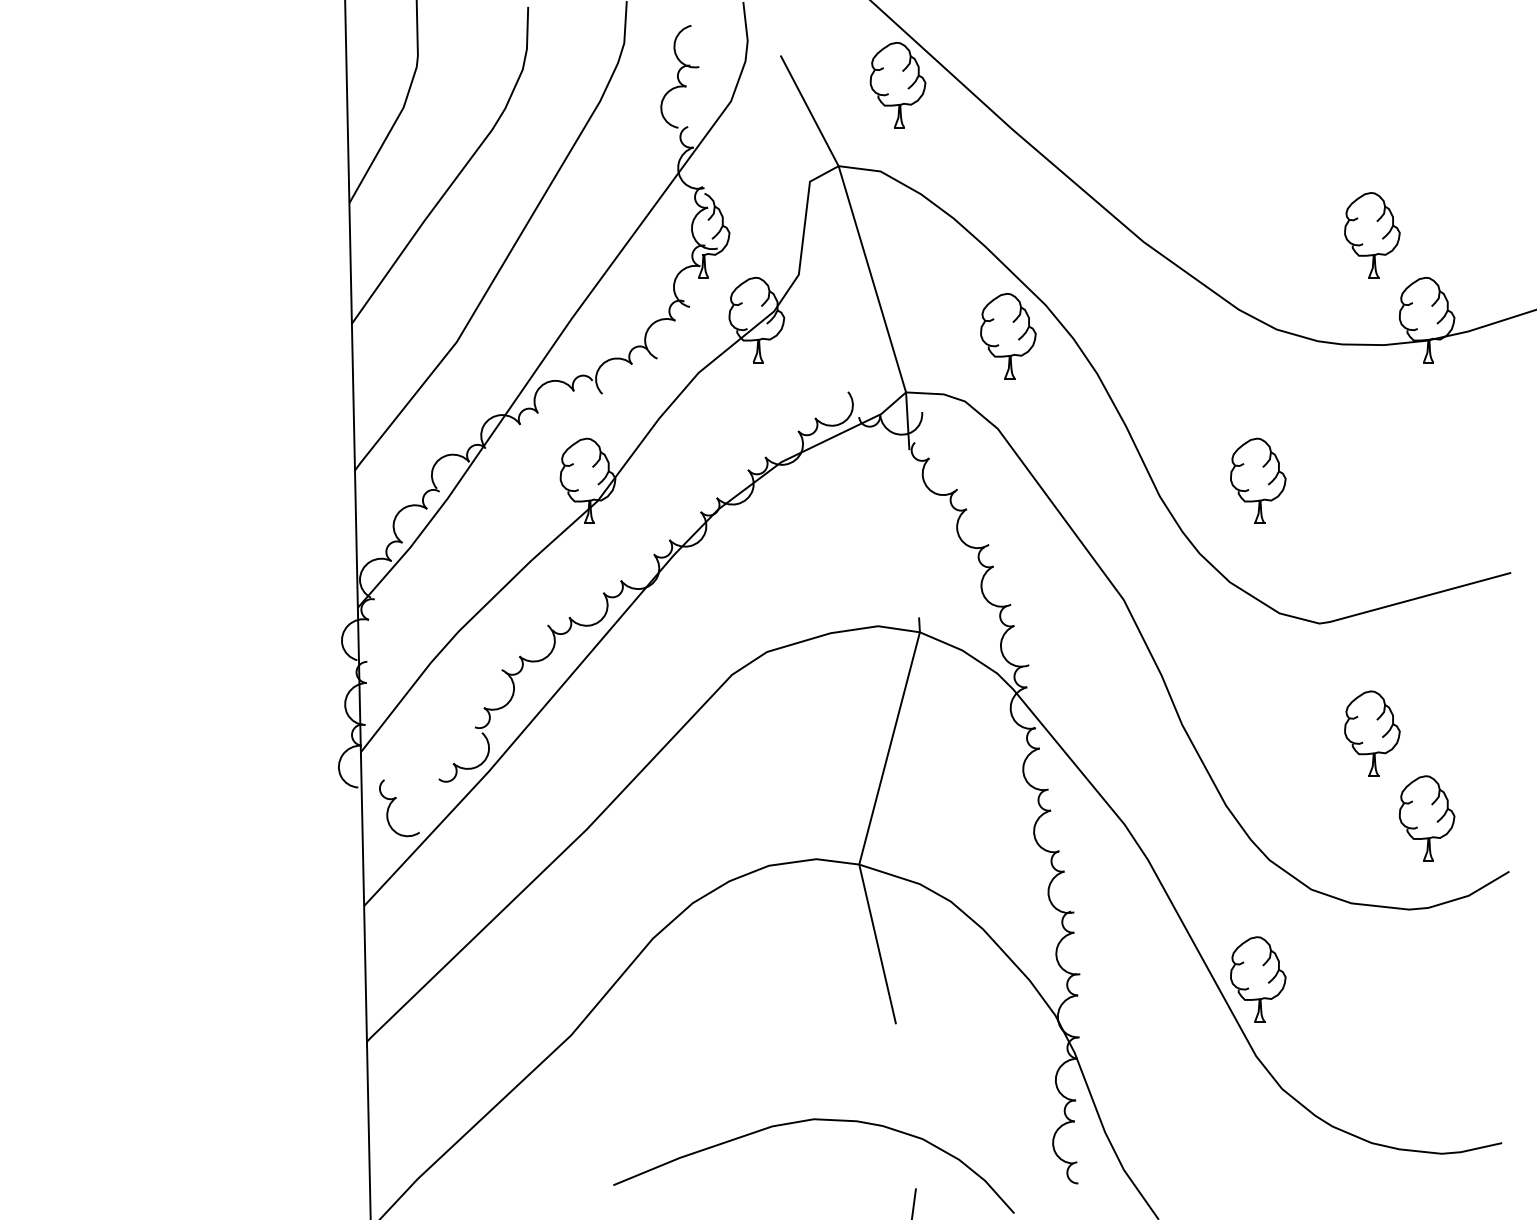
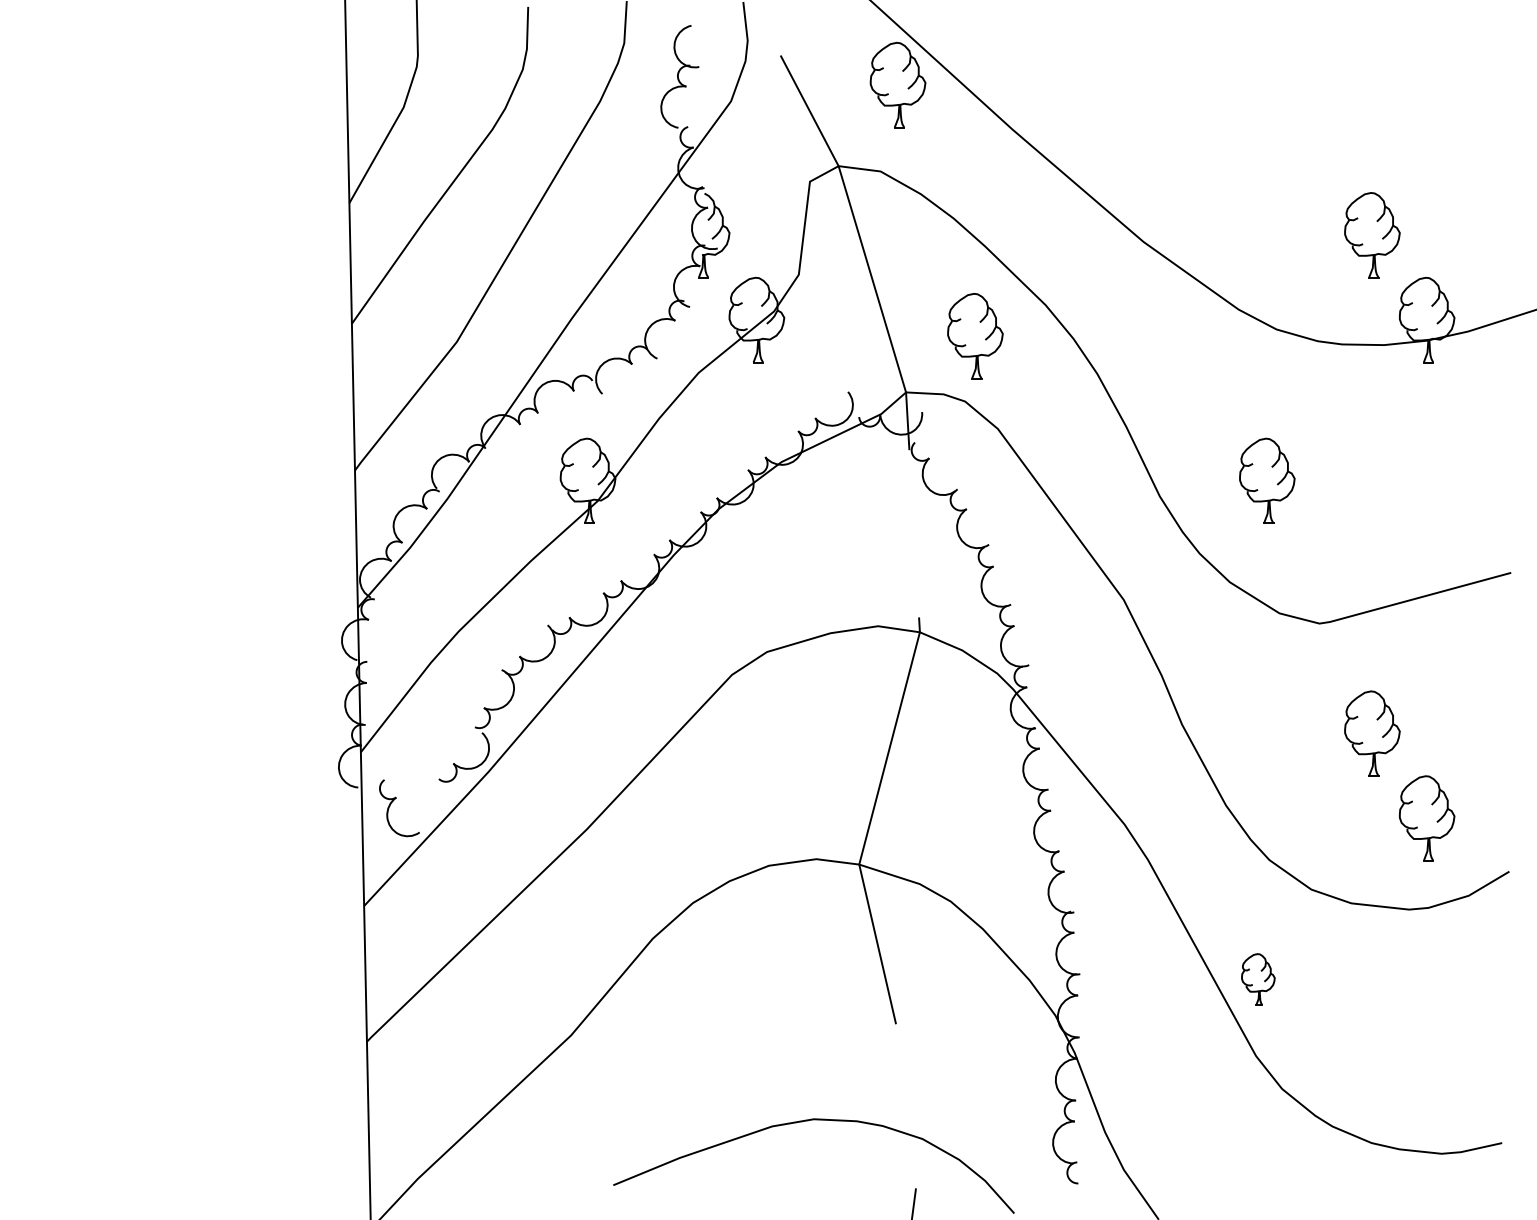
part at (1008, 336) position: (1008, 336) -> (975, 336)
part at (1258, 480) position: (1258, 480) -> (1267, 480)
part at (1258, 979) size: 57x87 px -> 35x53 px
